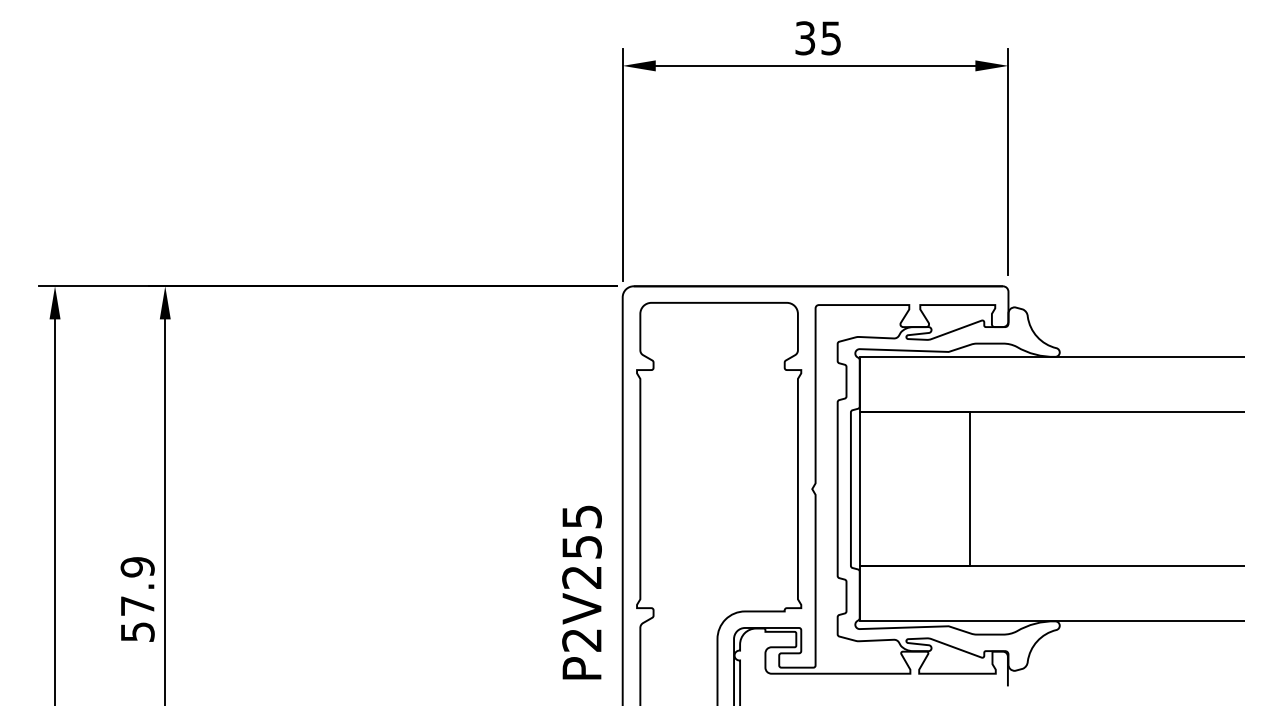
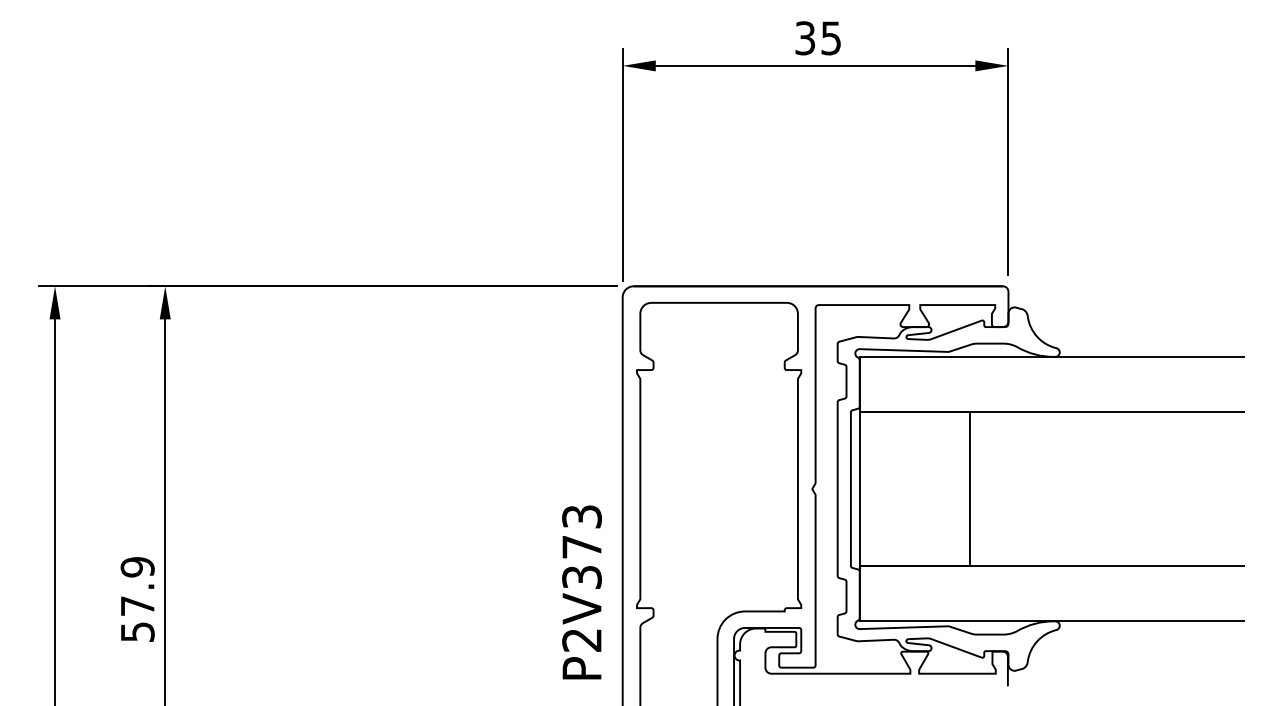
text at (581, 546): P2V255 -> P2V373
